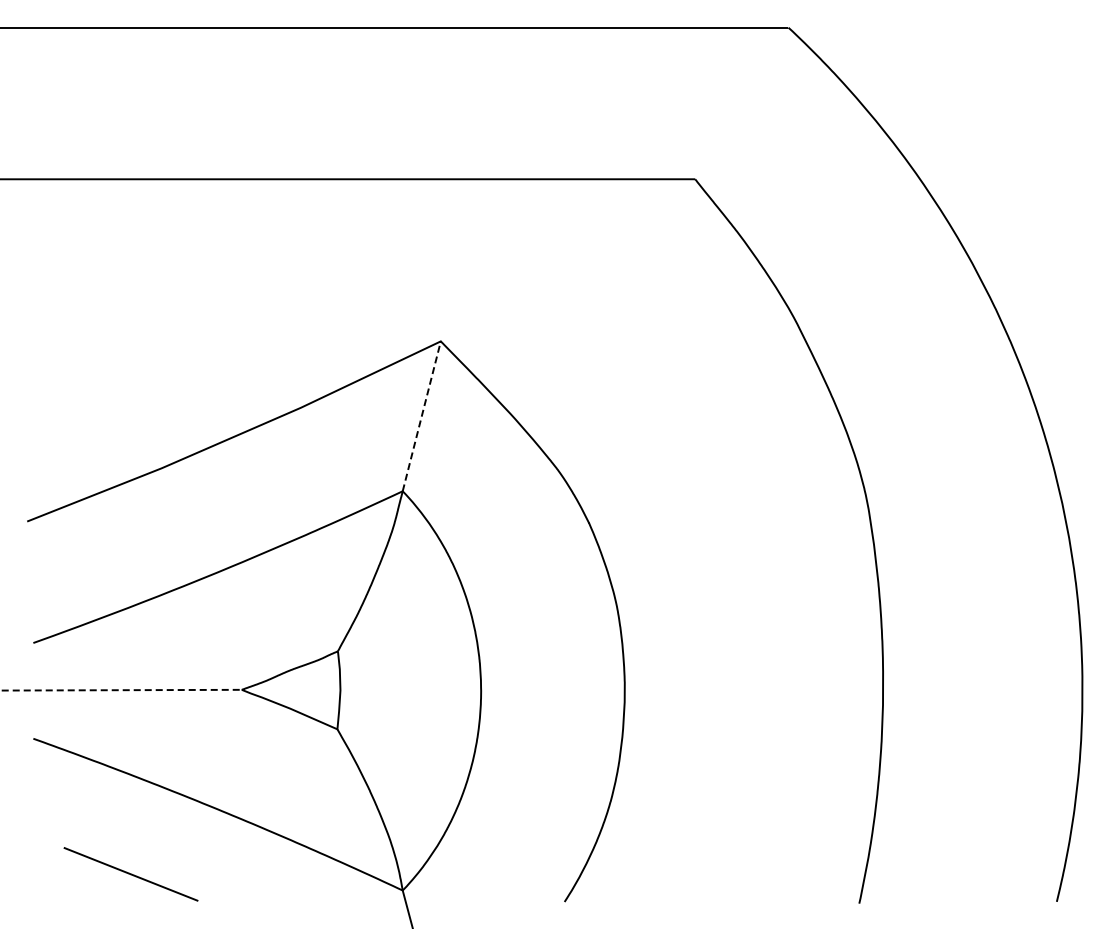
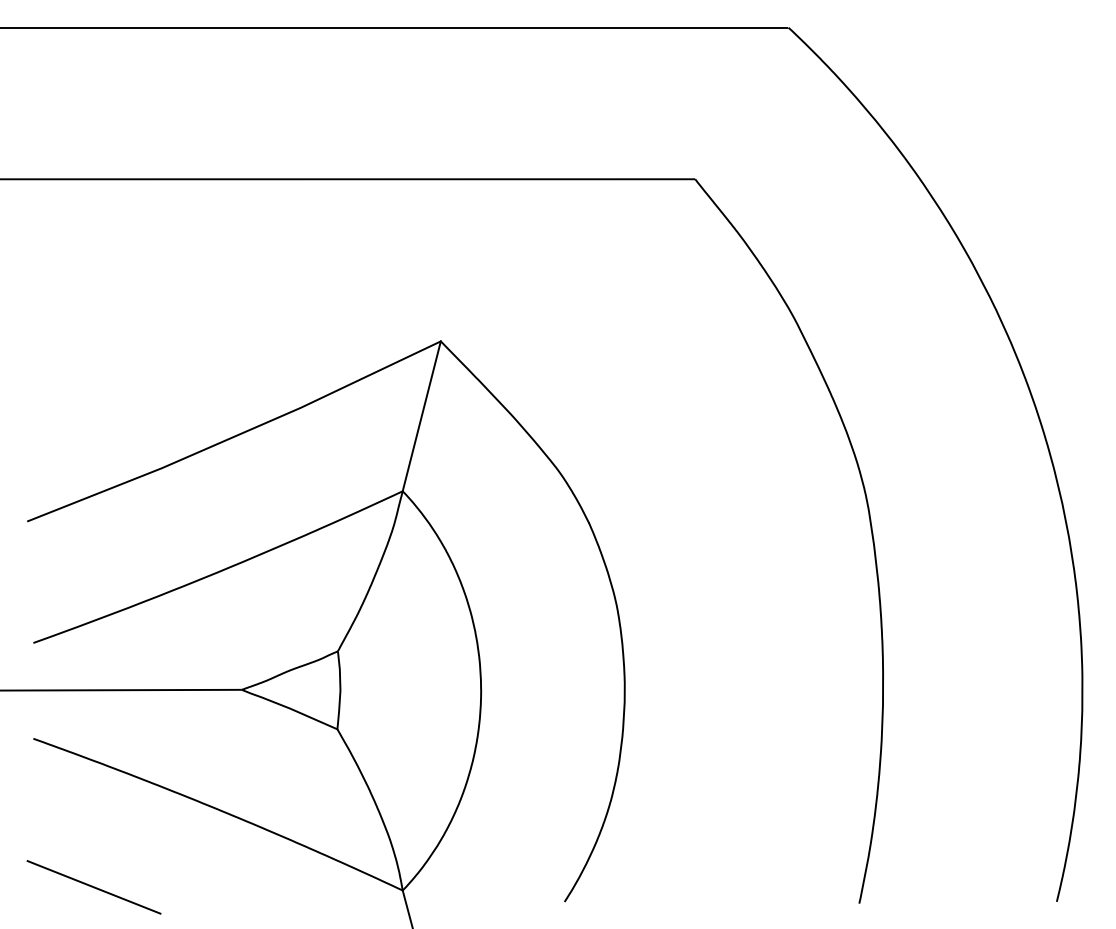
line at (421, 415): dashed -> solid
line at (121, 690): dashed -> solid
line at (130, 874) position: (130, 874) -> (93, 887)
